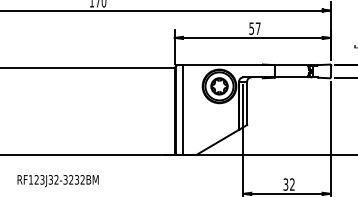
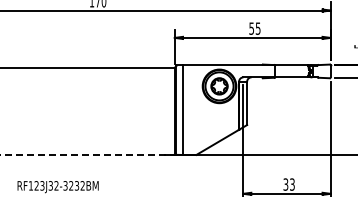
text at (257, 28): 57 -> 55
line at (87, 154): solid -> dashed
text at (57, 181) position: (57, 181) -> (57, 187)
text at (292, 184): 32 -> 33
